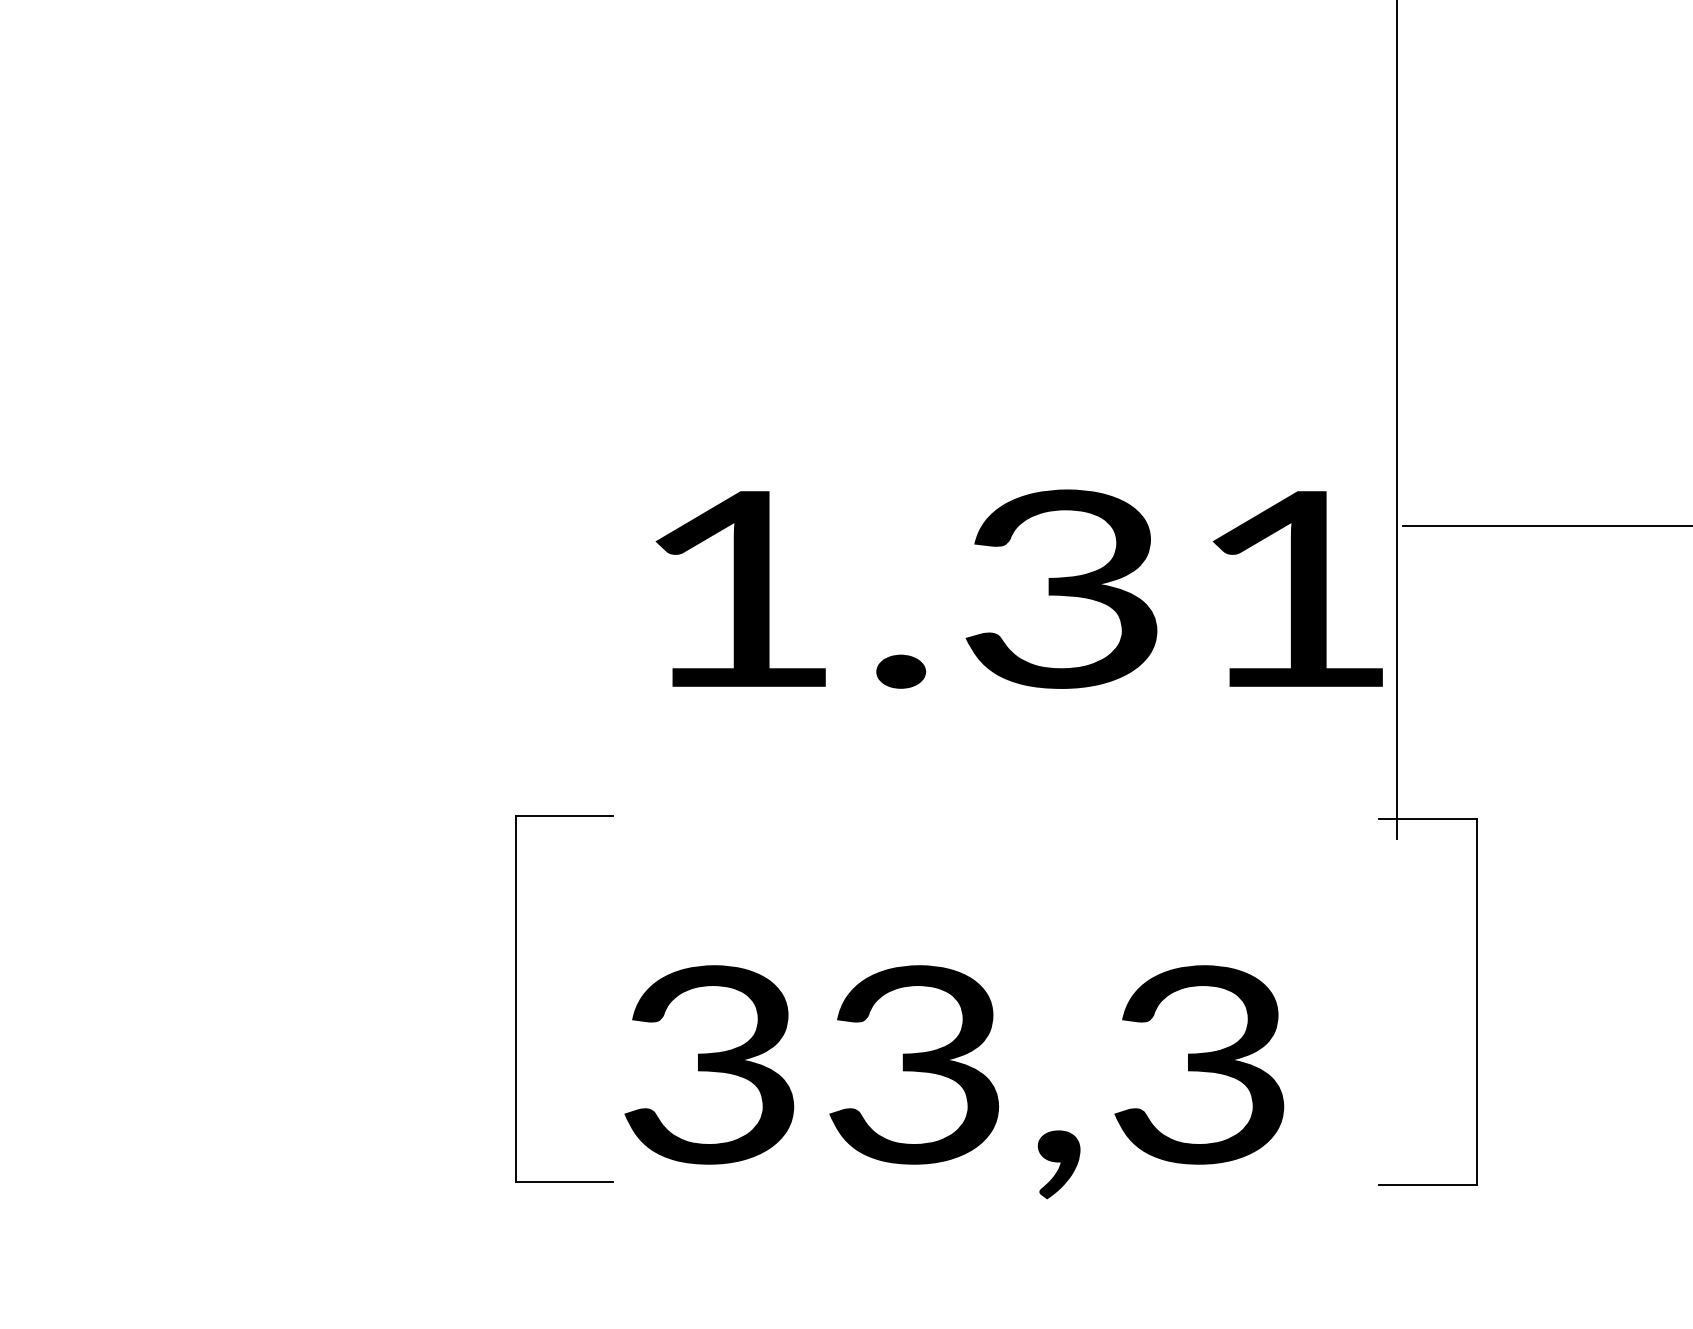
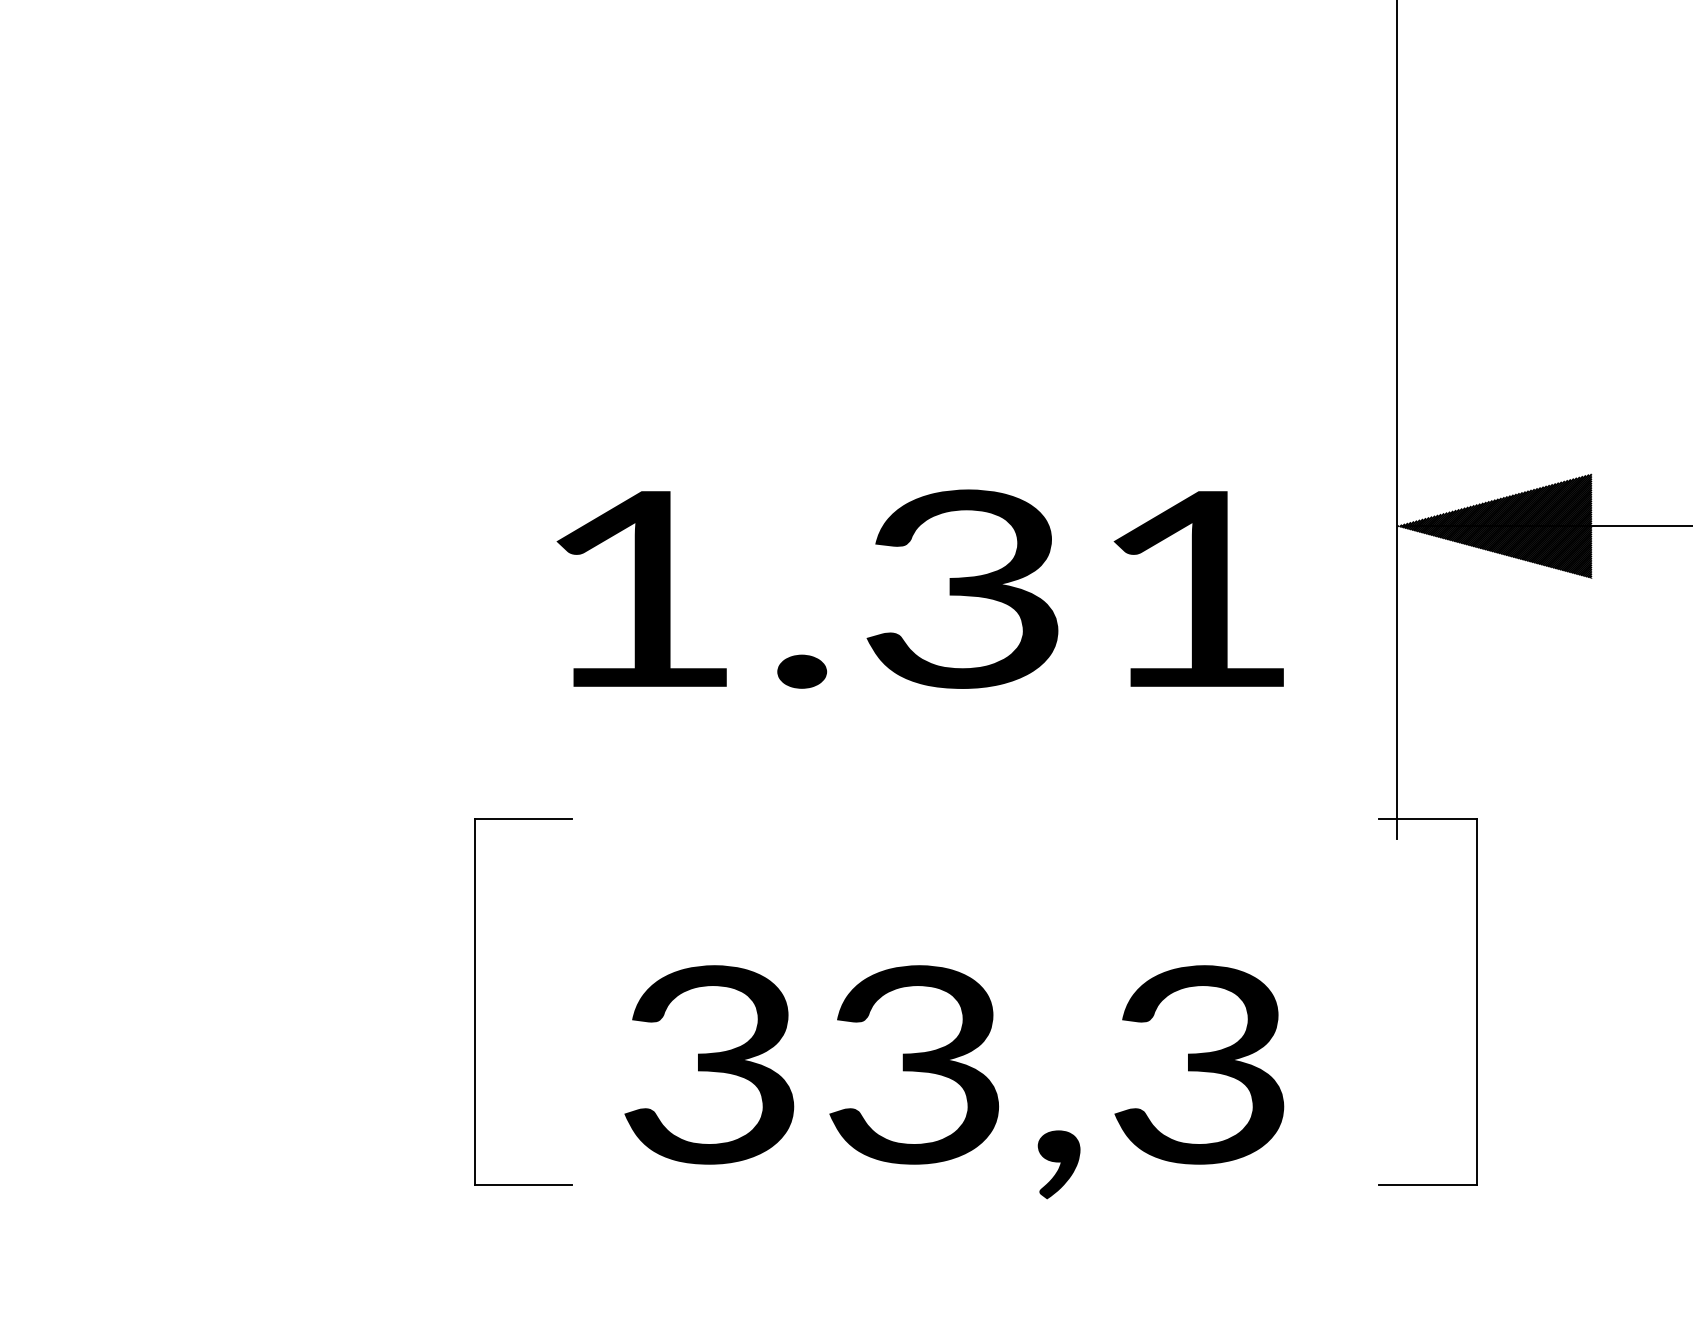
hatch at (1494, 526): none -> present
text at (1018, 588) position: (1018, 588) -> (919, 588)
part at (516, 998) position: (516, 998) -> (475, 1001)
